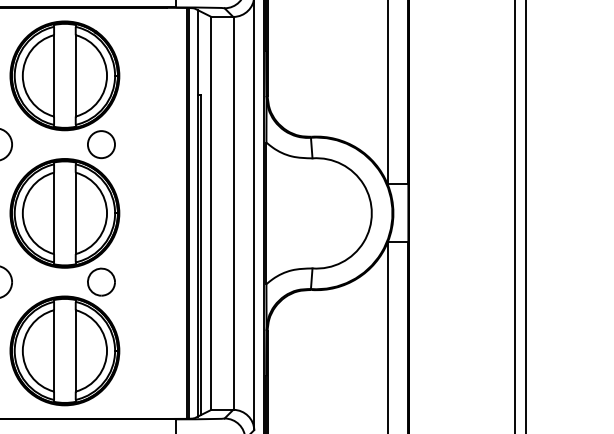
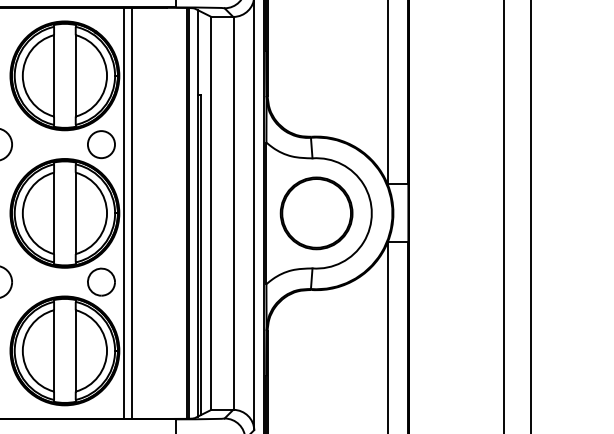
line at (124, 212): none -> present
line at (131, 212): none -> present
part at (316, 213): none -> present
line at (515, 216) position: (515, 216) -> (504, 216)
line at (526, 216) position: (526, 216) -> (531, 216)
